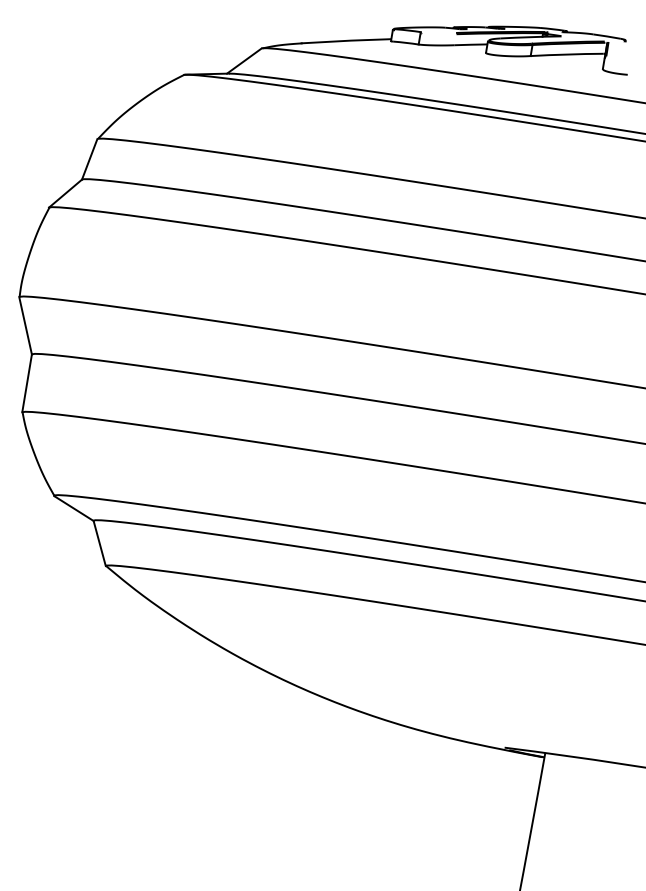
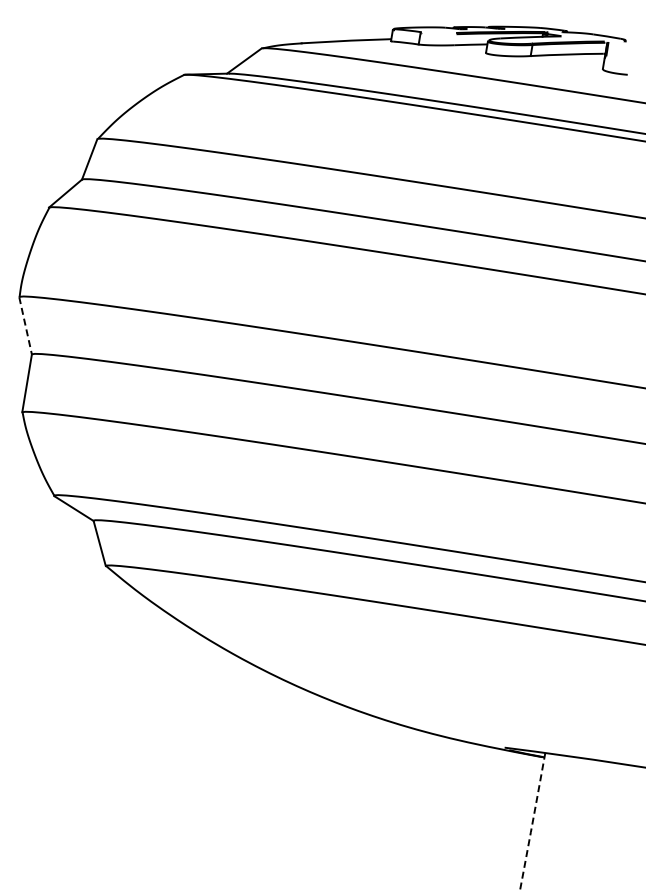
line at (25, 326): solid -> dashed
arc at (532, 822): solid -> dashed
